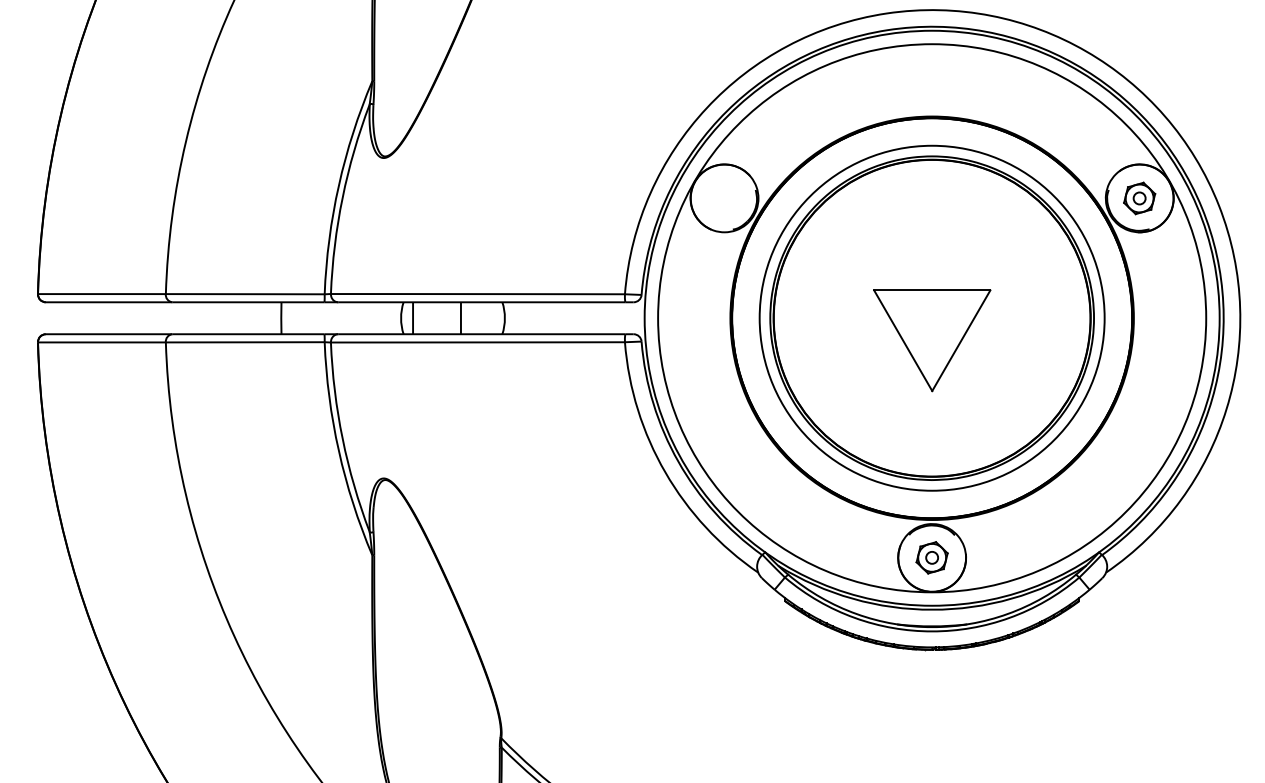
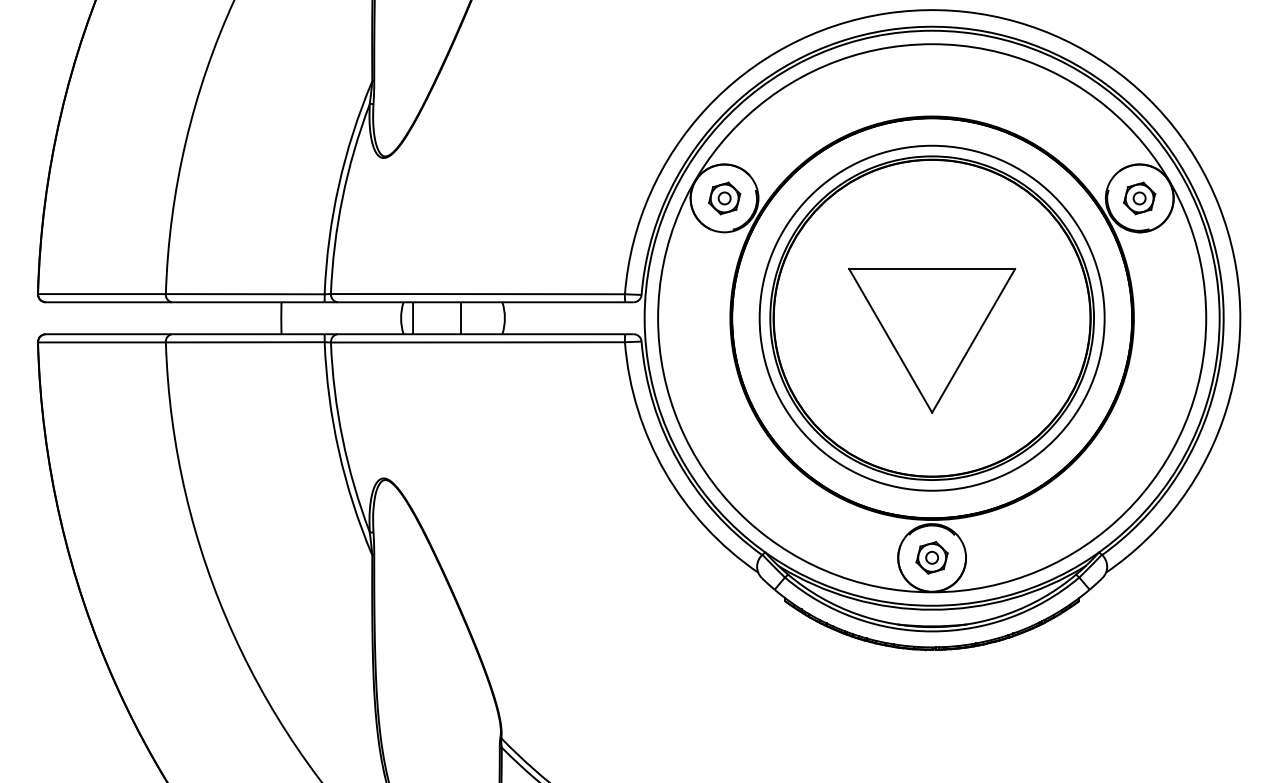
part at (724, 198): none -> present
part at (932, 340) size: 119x104 px -> 169x147 px
